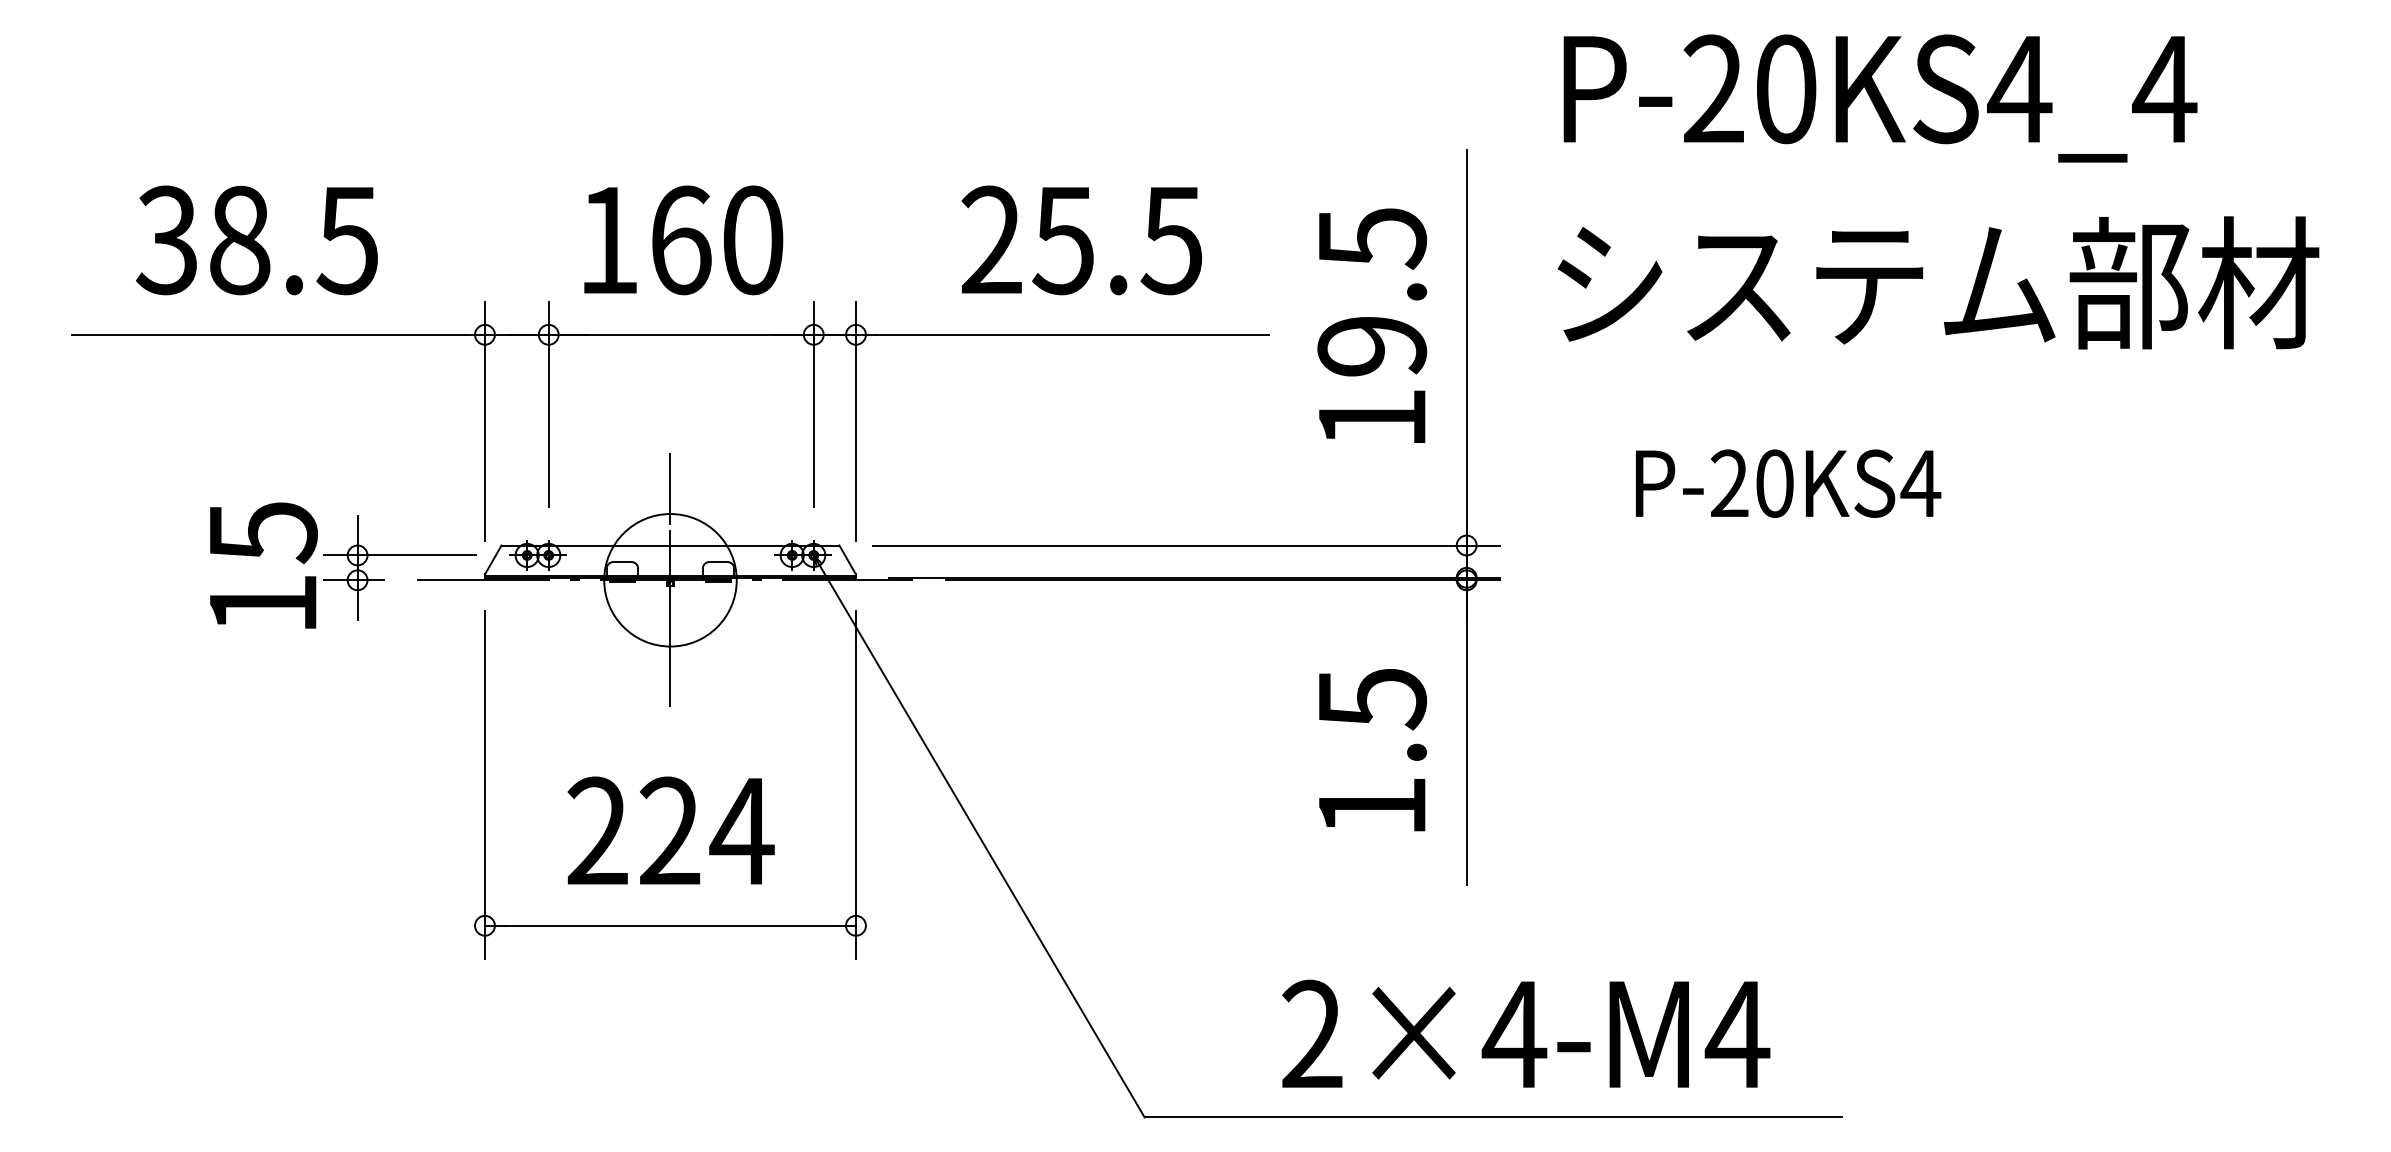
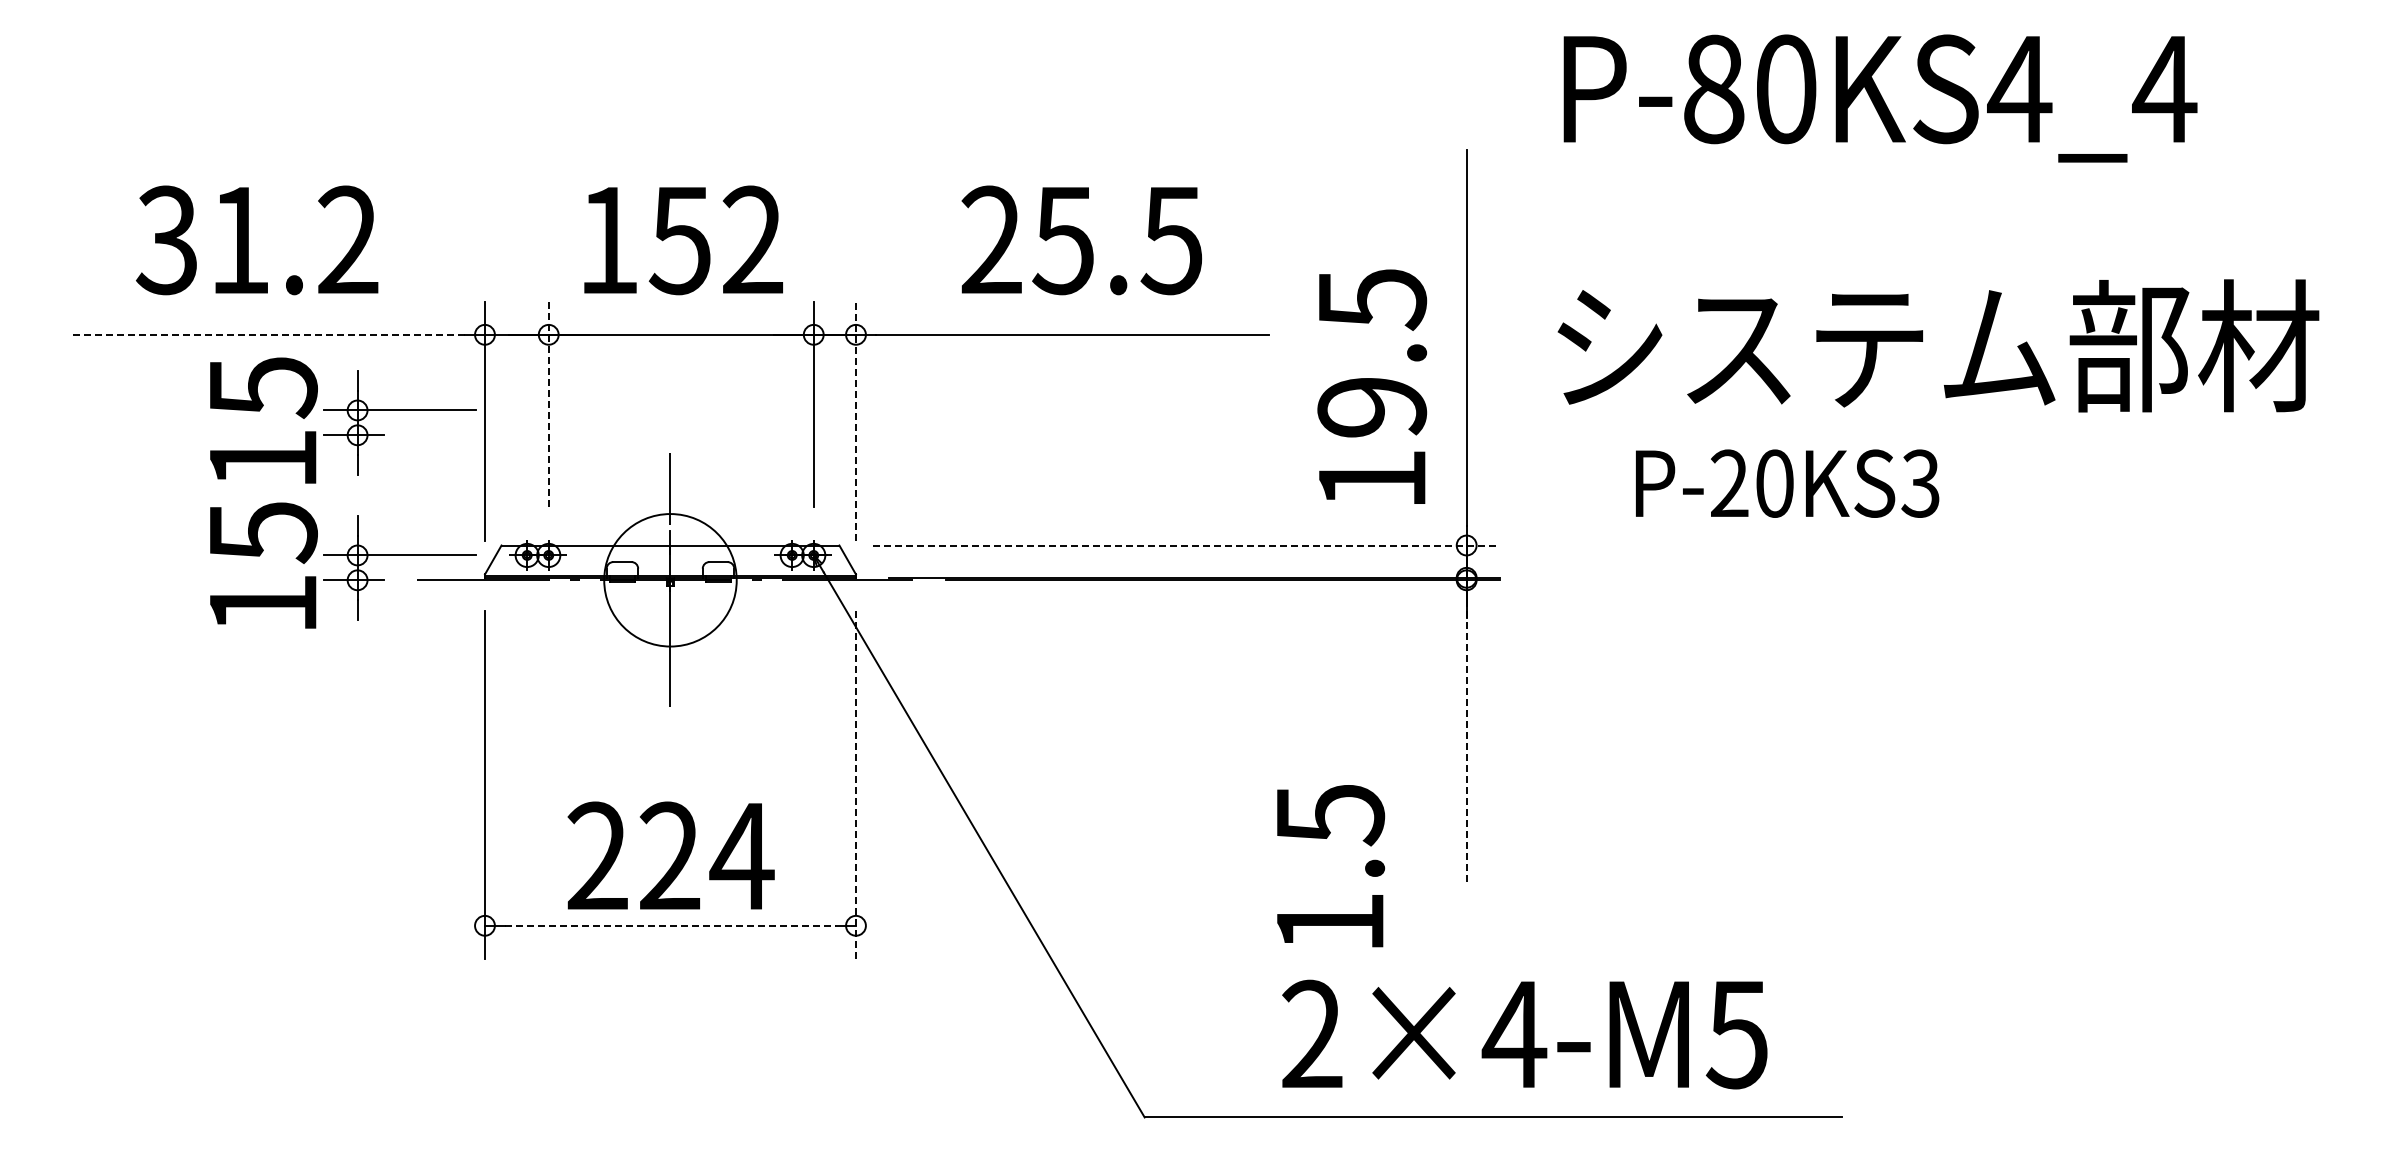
text at (1713, 89): P-20KS4_4 -> P-80KS4_4
text at (294, 240): 38.5 -> 31.2
text at (715, 240): 160 -> 152
text at (1938, 282) position: (1938, 282) -> (1938, 345)
text at (1372, 325) position: (1372, 325) -> (1372, 386)
line at (268, 334): solid -> dashed
line at (548, 404): solid -> dashed
part at (348, 416): none -> present
line at (855, 421): solid -> dashed
text at (1920, 483): P-20KS4 -> P-20KS3
line at (1186, 545): solid -> dashed
line at (1466, 742): solid -> dashed
text at (1373, 750) position: (1373, 750) -> (1331, 866)
line at (855, 784): solid -> dashed
text at (670, 830) position: (670, 830) -> (670, 855)
line at (670, 925): solid -> dashed
text at (1737, 1035): 2×4-M4 -> 2×4-M5
